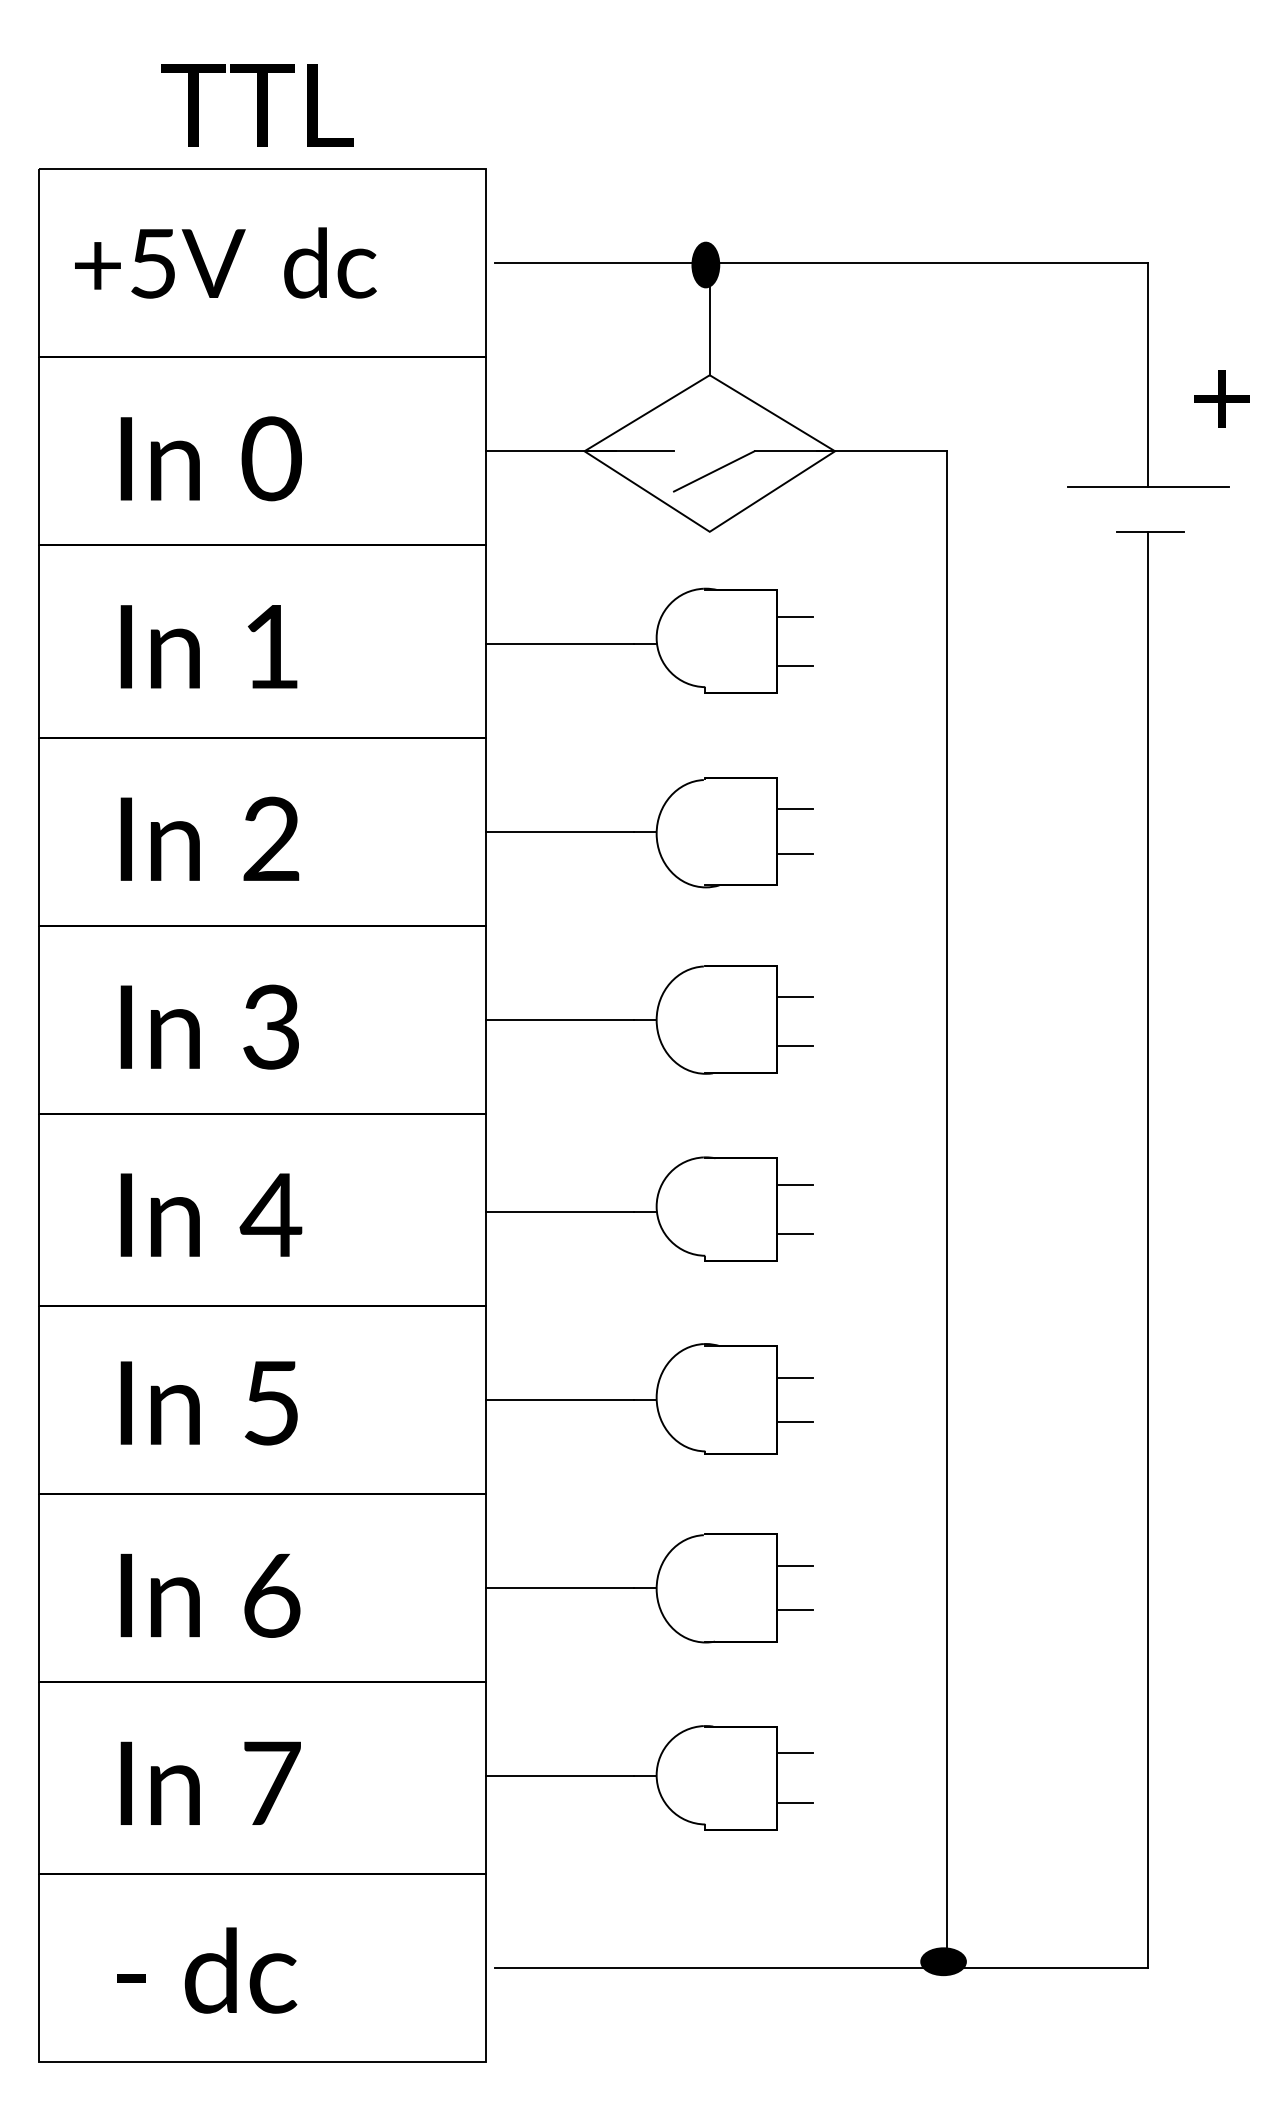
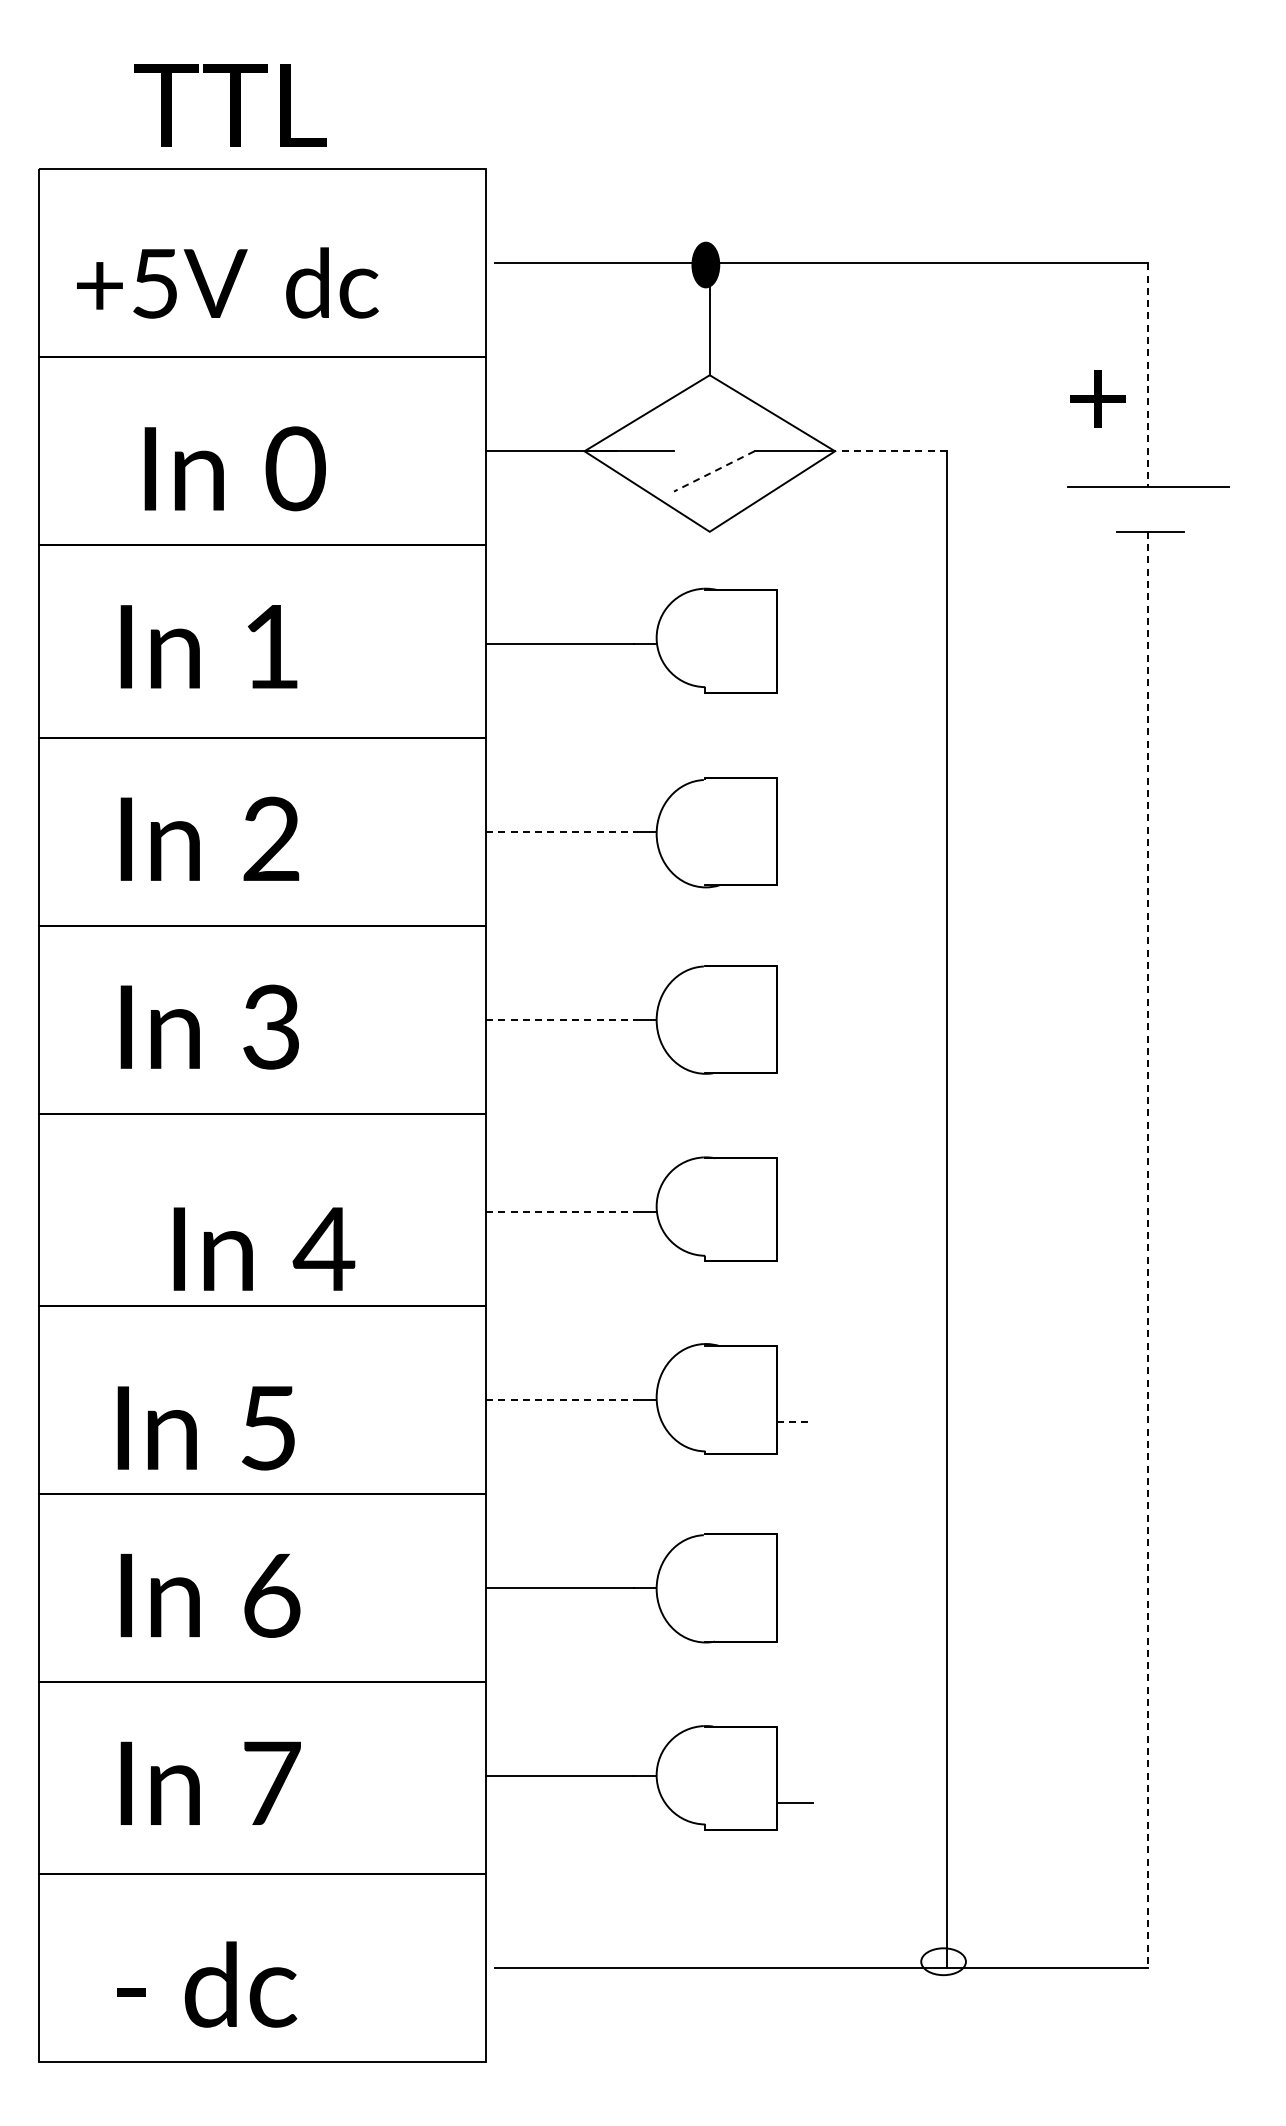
text at (257, 105) position: (257, 105) -> (230, 105)
text at (225, 262) position: (225, 262) -> (227, 282)
line at (1148, 375): solid -> dashed
text at (1221, 398) position: (1221, 398) -> (1097, 398)
line at (882, 451): solid -> dashed
text at (210, 458) position: (210, 458) -> (234, 468)
line at (713, 471): solid -> dashed
line at (794, 616): present -> none
line at (794, 666): present -> none
line at (794, 809): present -> none
line at (559, 831): solid -> dashed
line at (794, 854): present -> none
line at (794, 997): present -> none
line at (559, 1019): solid -> dashed
line at (794, 1046): present -> none
line at (794, 1185): present -> none
line at (559, 1212): solid -> dashed
text at (211, 1214) position: (211, 1214) -> (264, 1248)
line at (794, 1234): present -> none
line at (1148, 1250): solid -> dashed
line at (794, 1377): present -> none
line at (559, 1399): solid -> dashed
text at (208, 1403) position: (208, 1403) -> (205, 1428)
line at (794, 1422): solid -> dashed
line at (794, 1565): present -> none
line at (794, 1610): present -> none
line at (794, 1753): present -> none
fill at (943, 1961): present -> none
text at (207, 1970) position: (207, 1970) -> (207, 1984)
